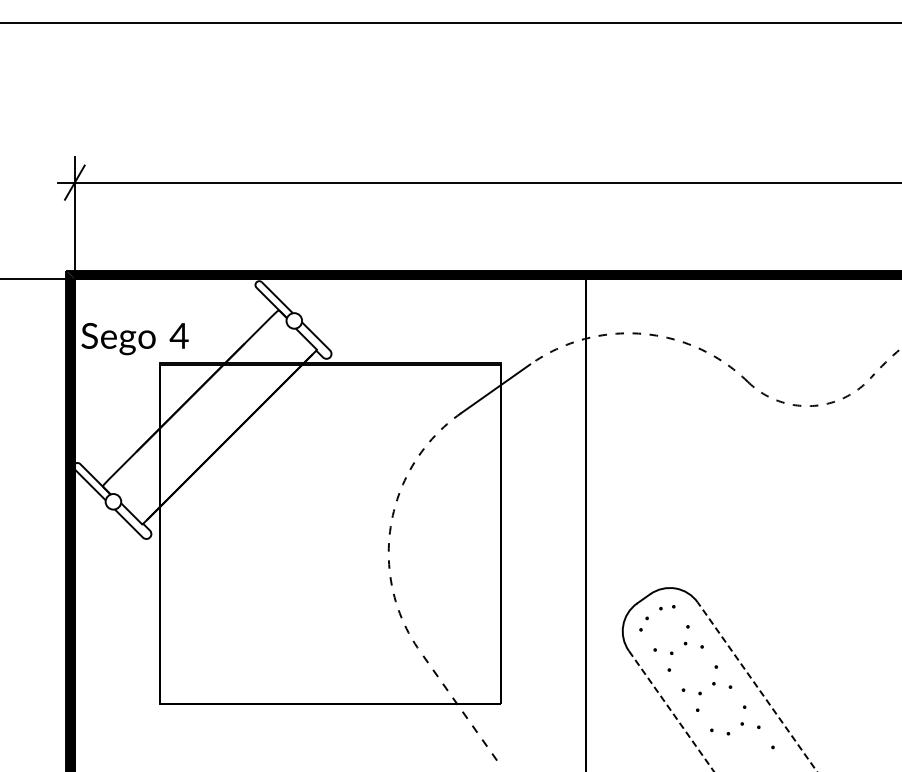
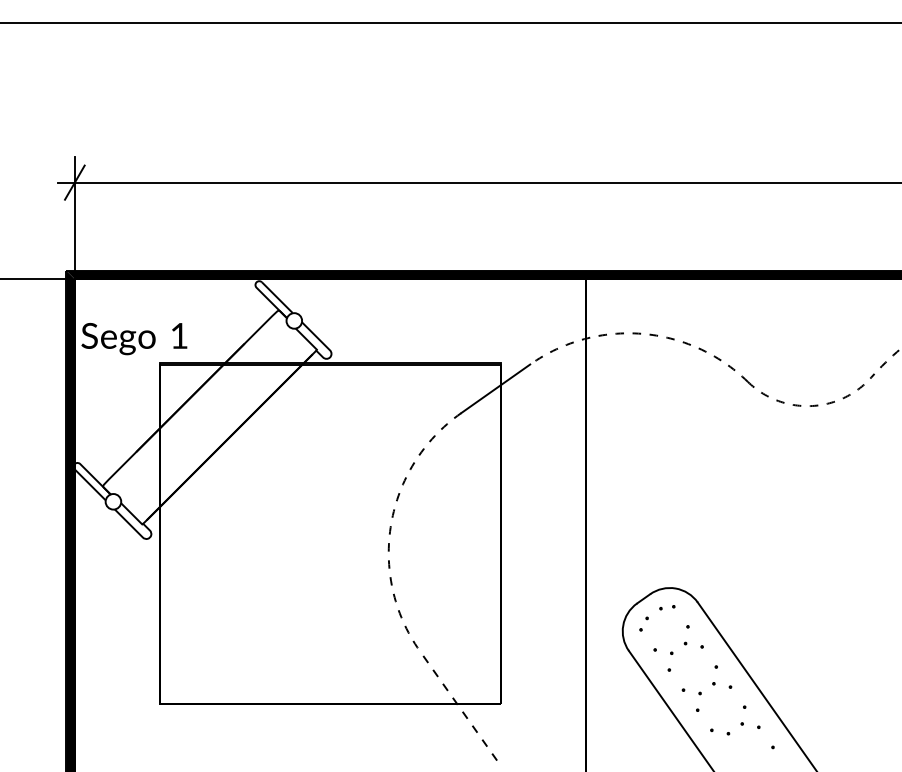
text at (178, 335): 4 -> 1
line at (757, 686): dashed -> solid
line at (671, 711): dashed -> solid
